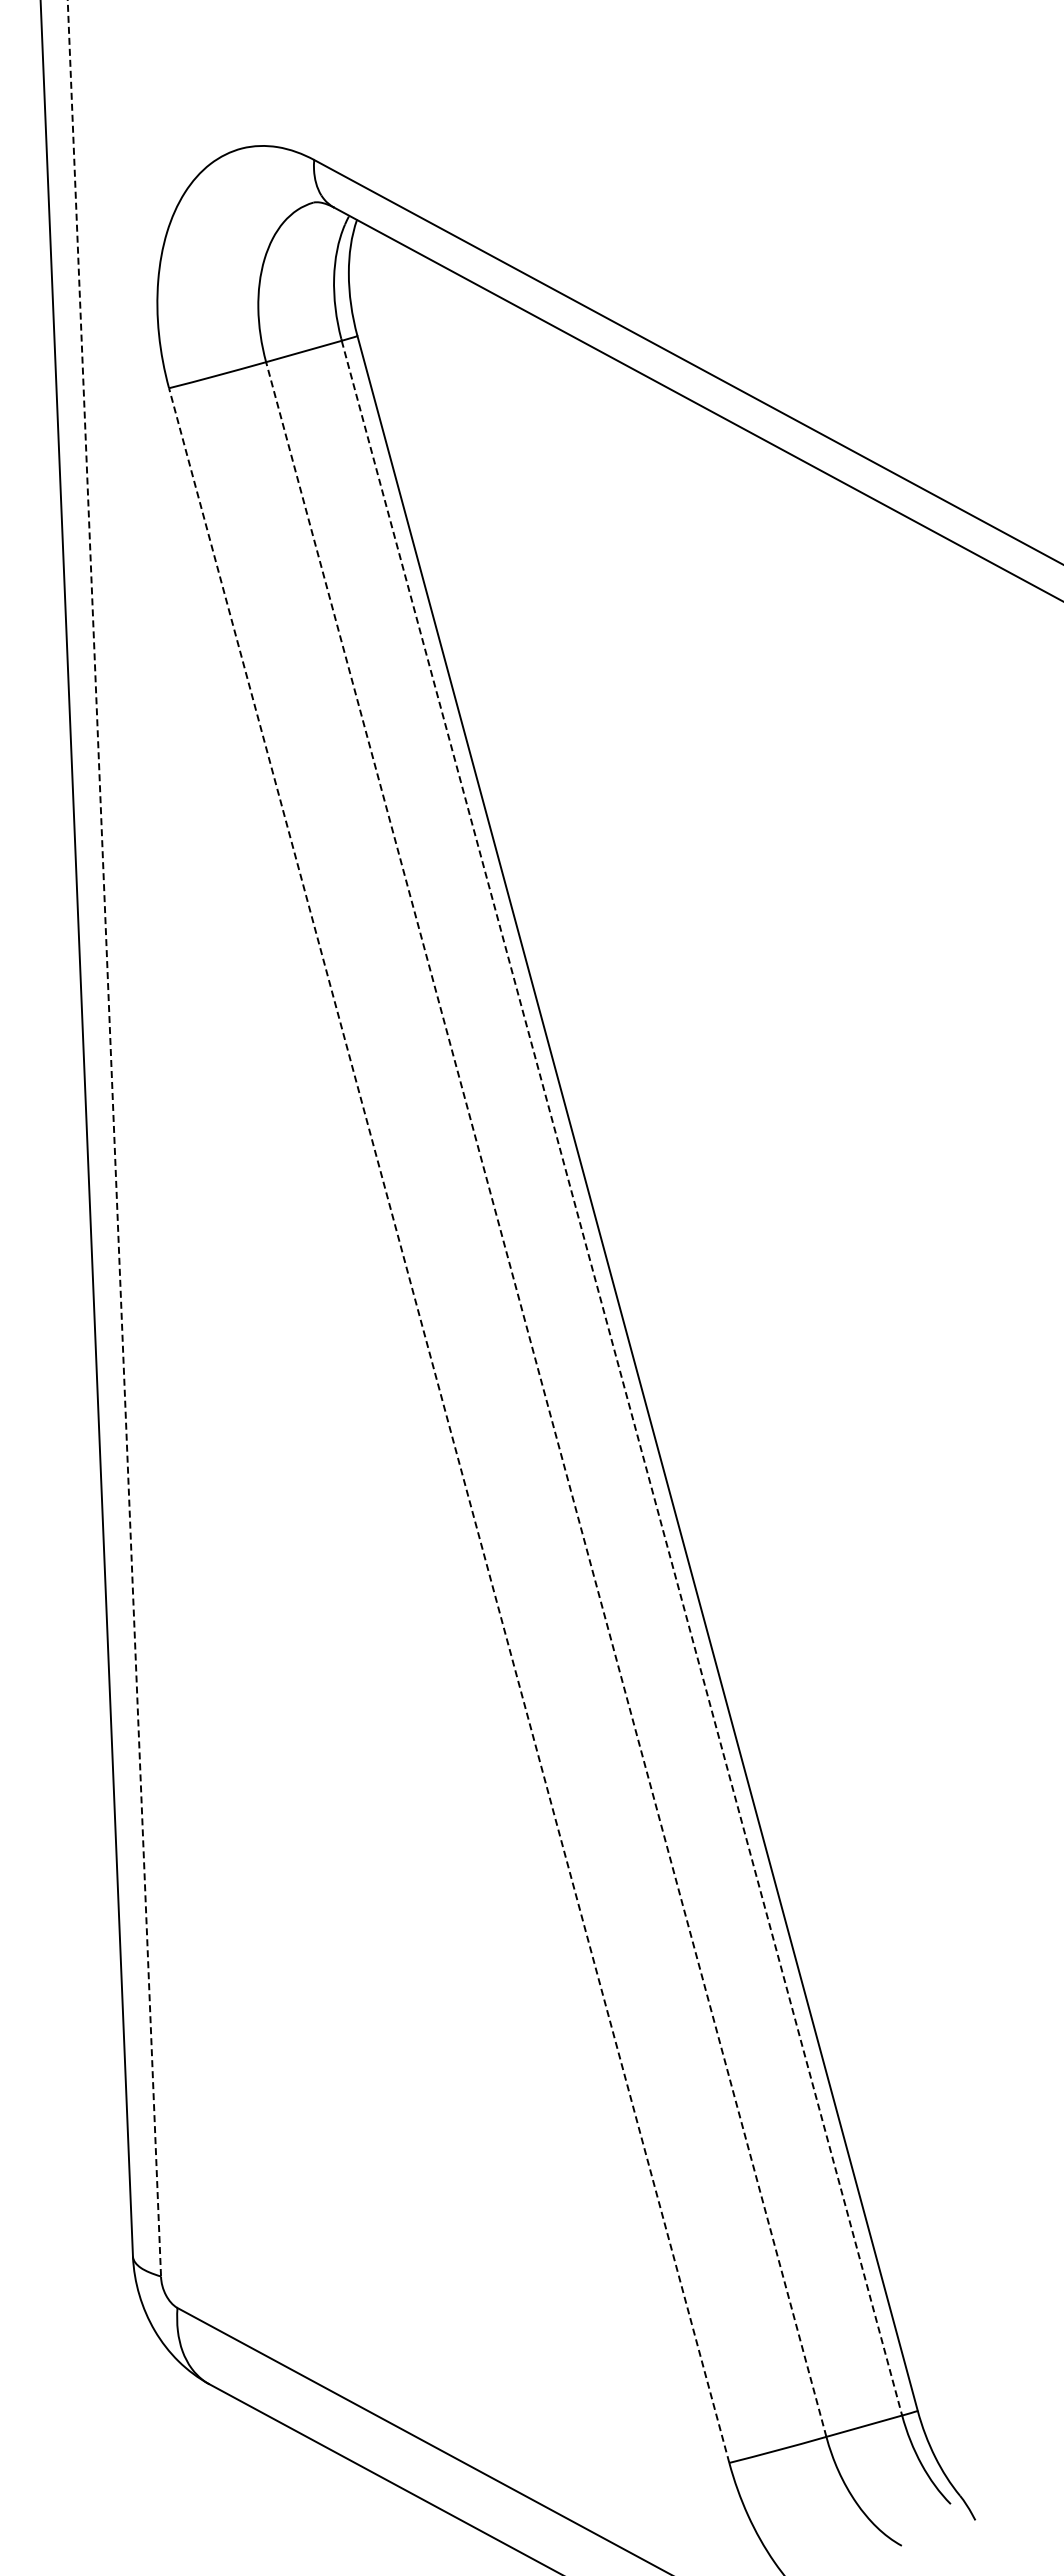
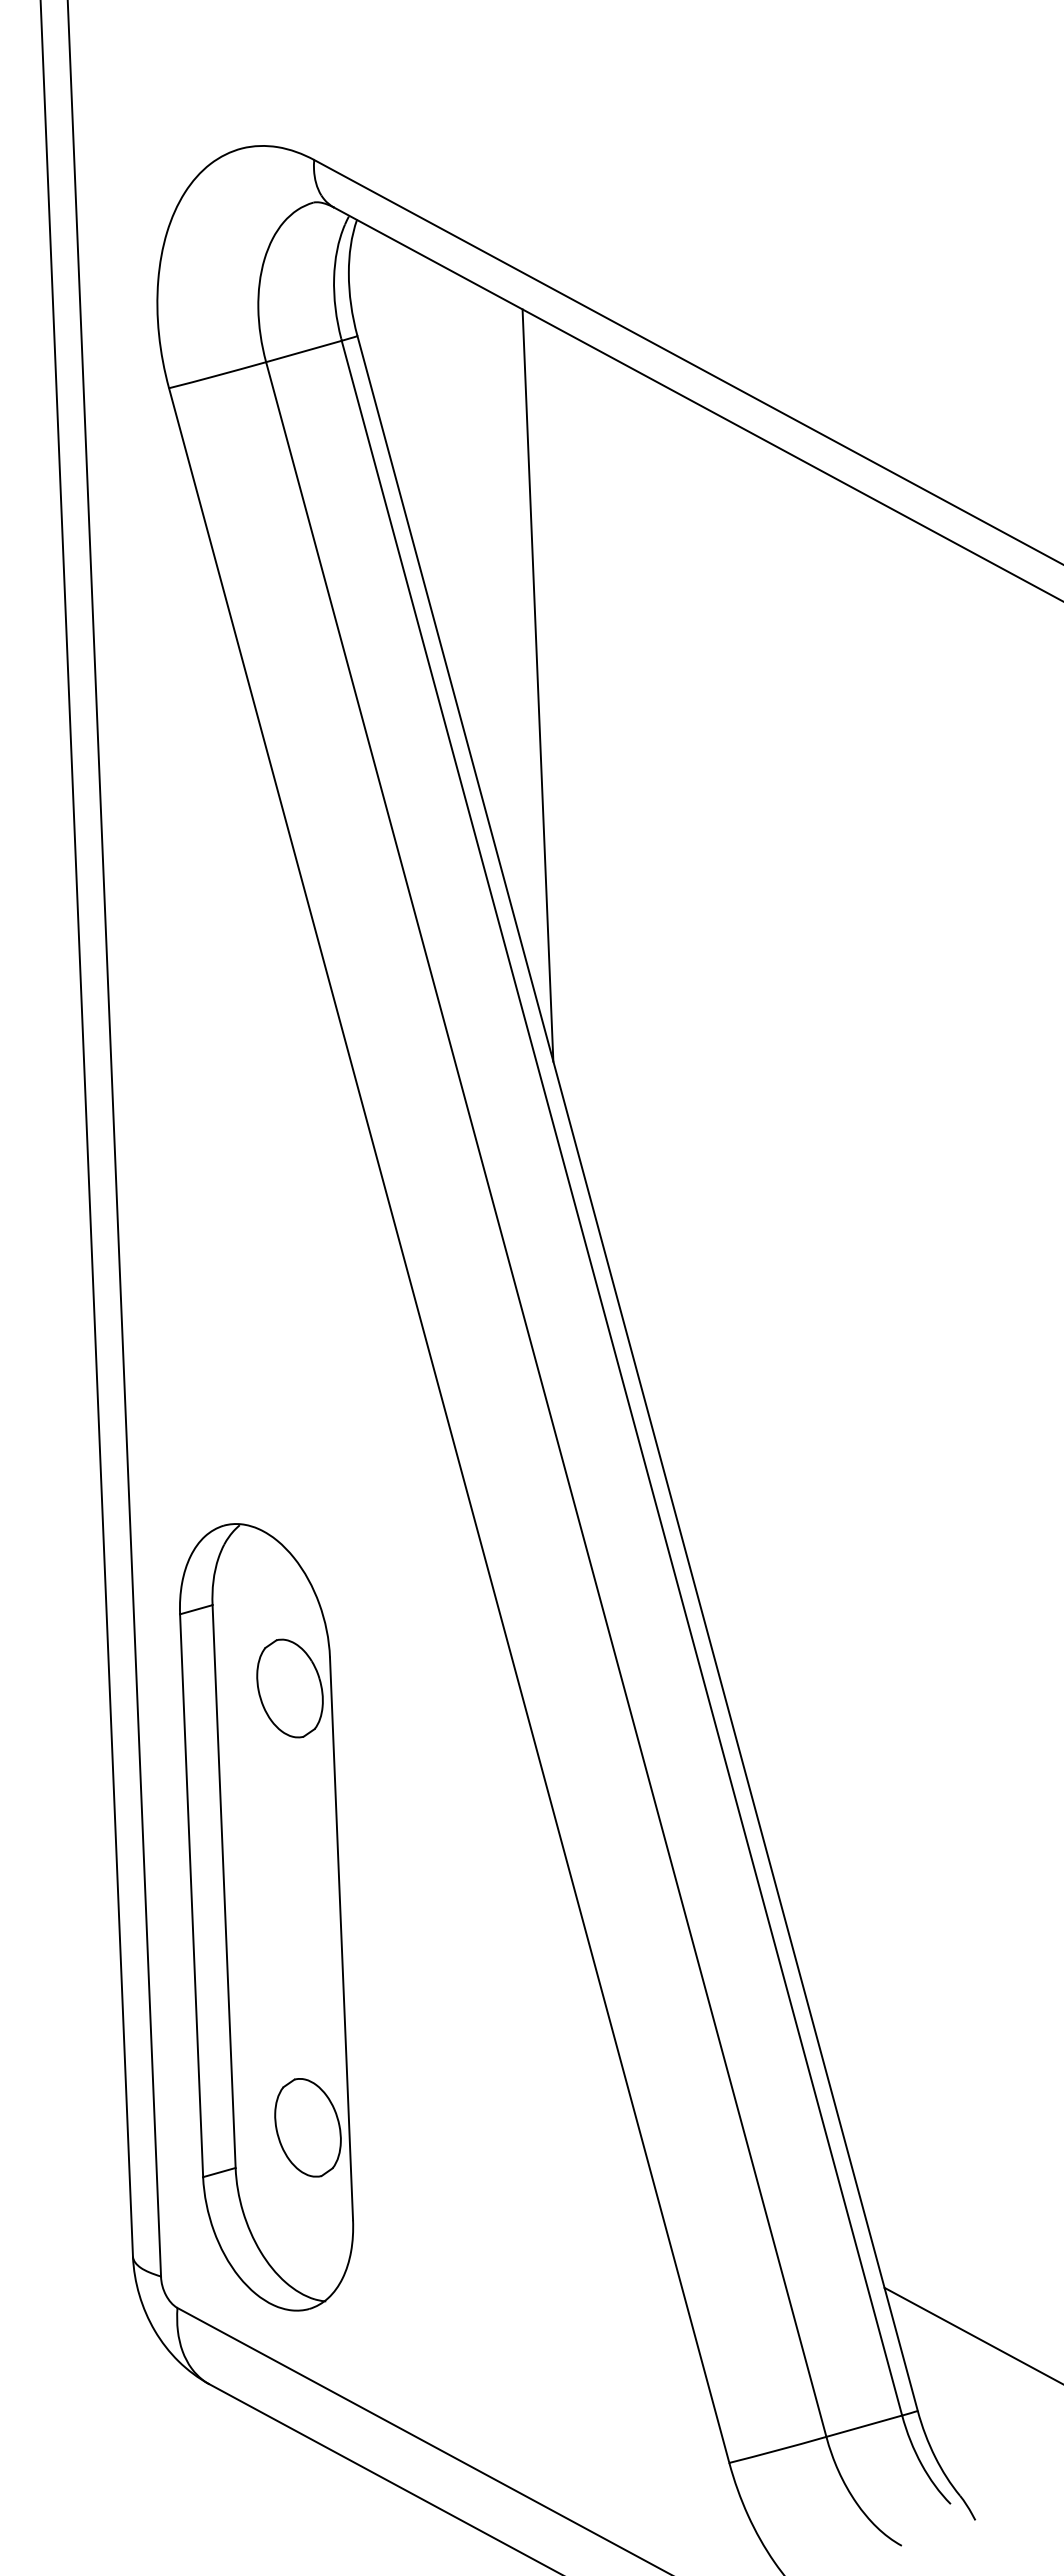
line at (537, 685): none -> present
line at (114, 1138): dashed -> solid
line at (621, 1378): dashed -> solid
line at (546, 1399): dashed -> solid
line at (449, 1425): dashed -> solid
part at (266, 1917): none -> present
line at (972, 2334): none -> present
